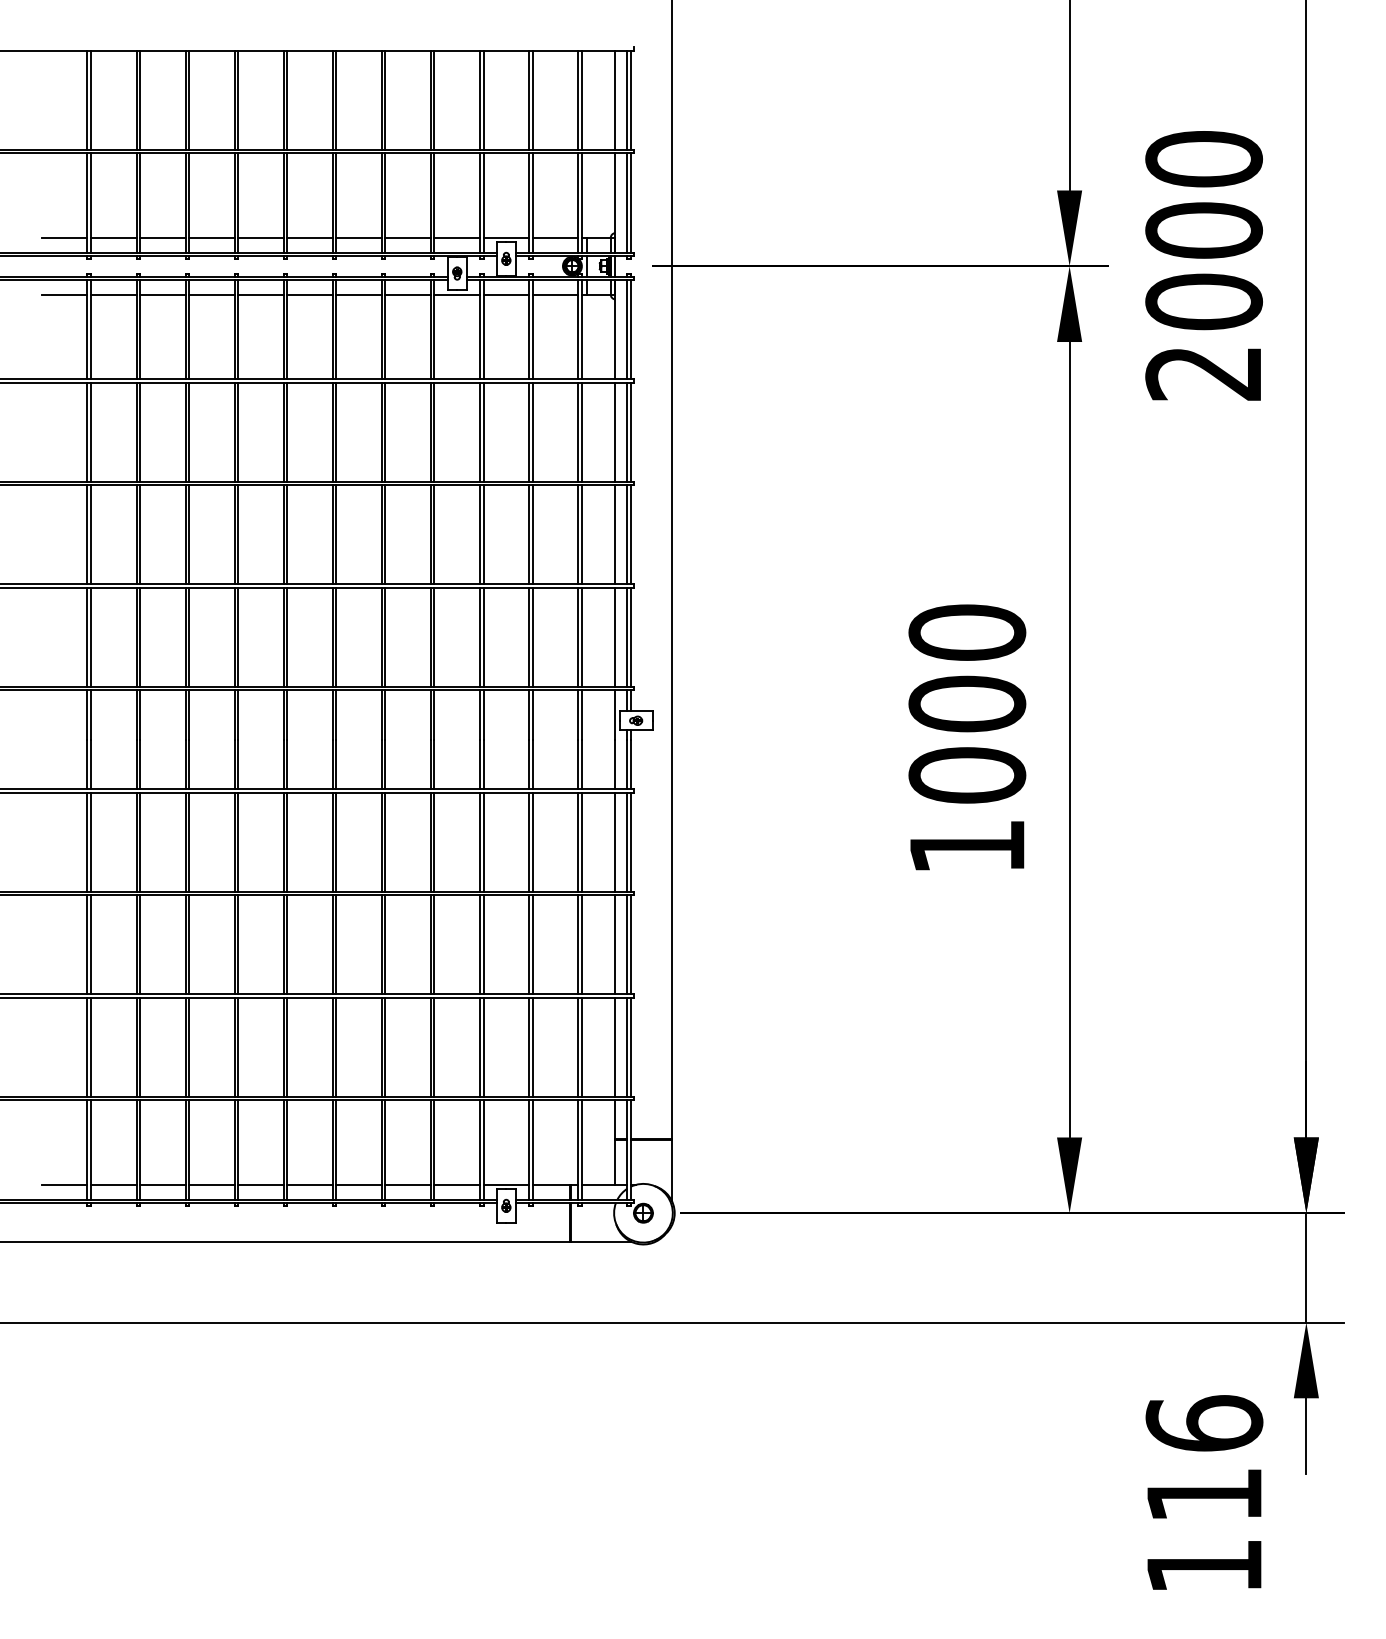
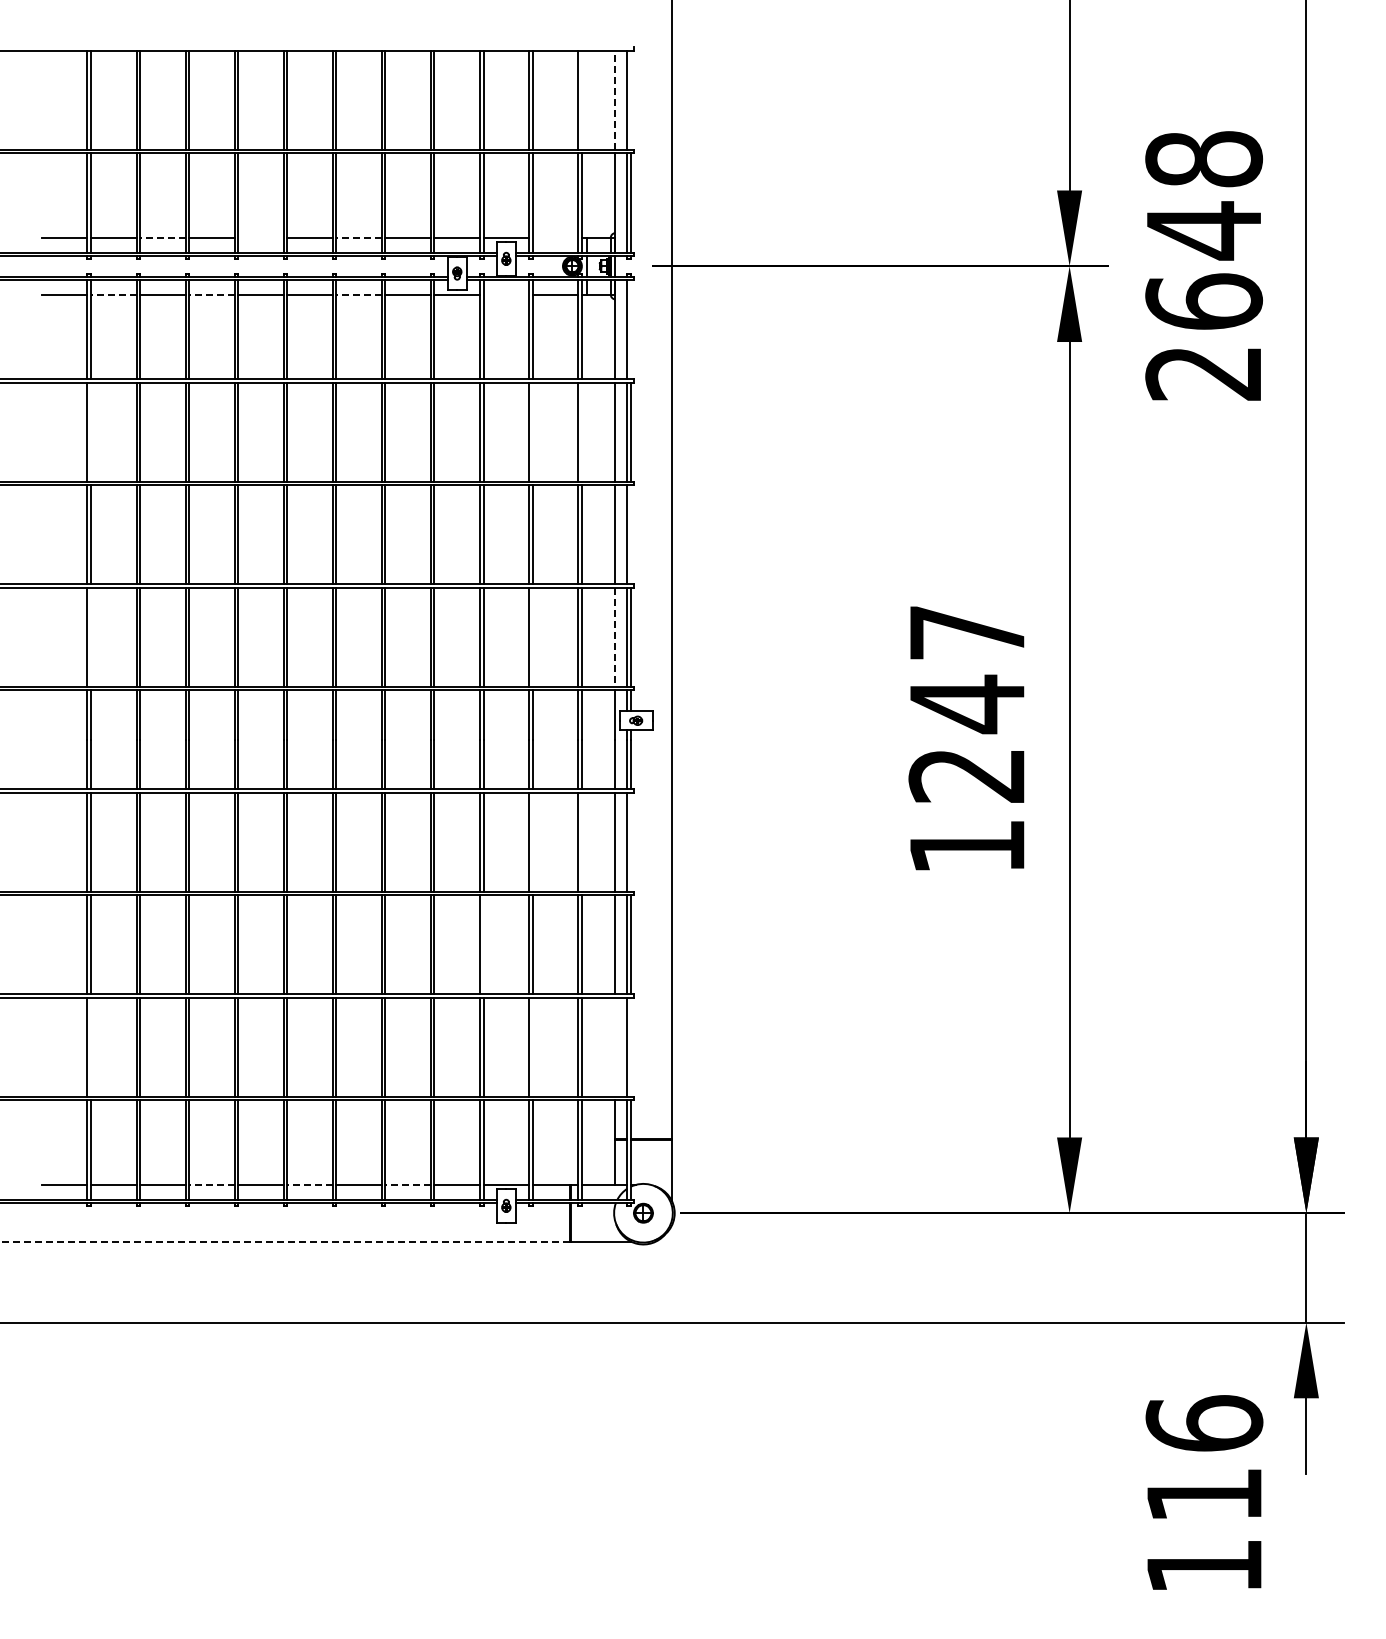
line at (581, 100): present -> none
line at (615, 100): solid -> dashed
line at (630, 100): present -> none
text at (1204, 230): 2000 -> 2648
line at (162, 237): solid -> dashed
line at (260, 237): present -> none
line at (359, 237): solid -> dashed
line at (555, 237): present -> none
line at (113, 294): solid -> dashed
line at (211, 294): solid -> dashed
line at (359, 294): solid -> dashed
line at (506, 294): present -> none
line at (630, 329): present -> none
line at (90, 431): present -> none
line at (532, 431): present -> none
line at (581, 431): present -> none
line at (630, 534): present -> none
line at (90, 636): present -> none
line at (532, 636): present -> none
line at (615, 637): solid -> dashed
text at (967, 703): 1000 -> 1247
line at (532, 841): present -> none
line at (581, 841): present -> none
line at (630, 841): present -> none
line at (483, 944): present -> none
line at (90, 1047): present -> none
line at (532, 1047): present -> none
line at (615, 1047): present -> none
line at (630, 1047): present -> none
line at (211, 1184): solid -> dashed
line at (310, 1184): solid -> dashed
line at (408, 1184): solid -> dashed
line at (284, 1241): solid -> dashed
